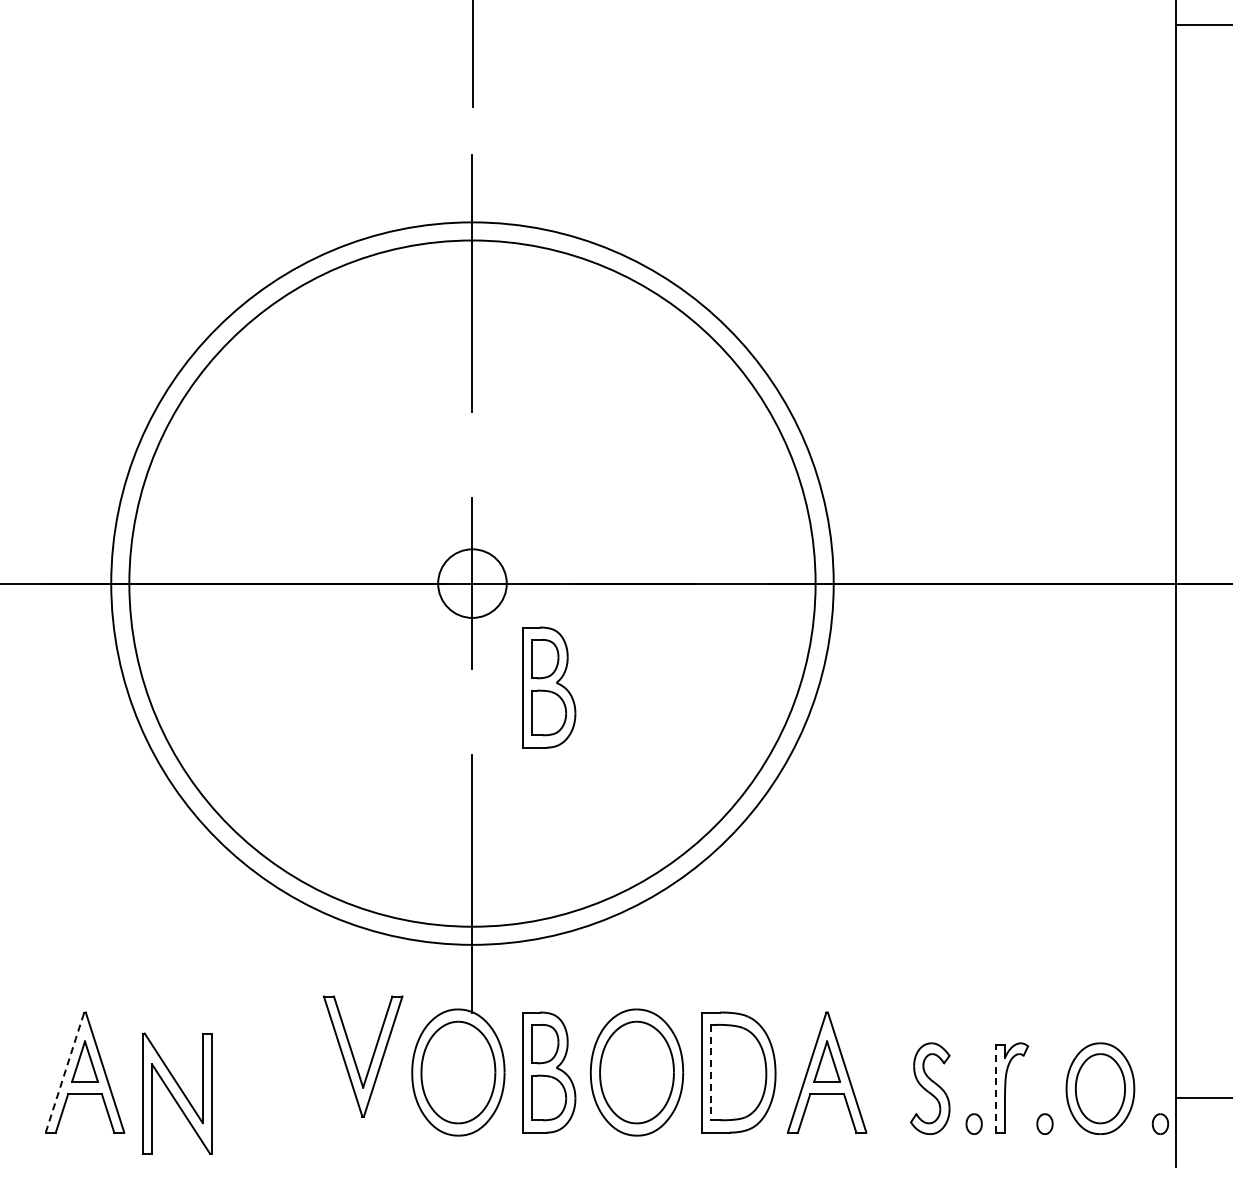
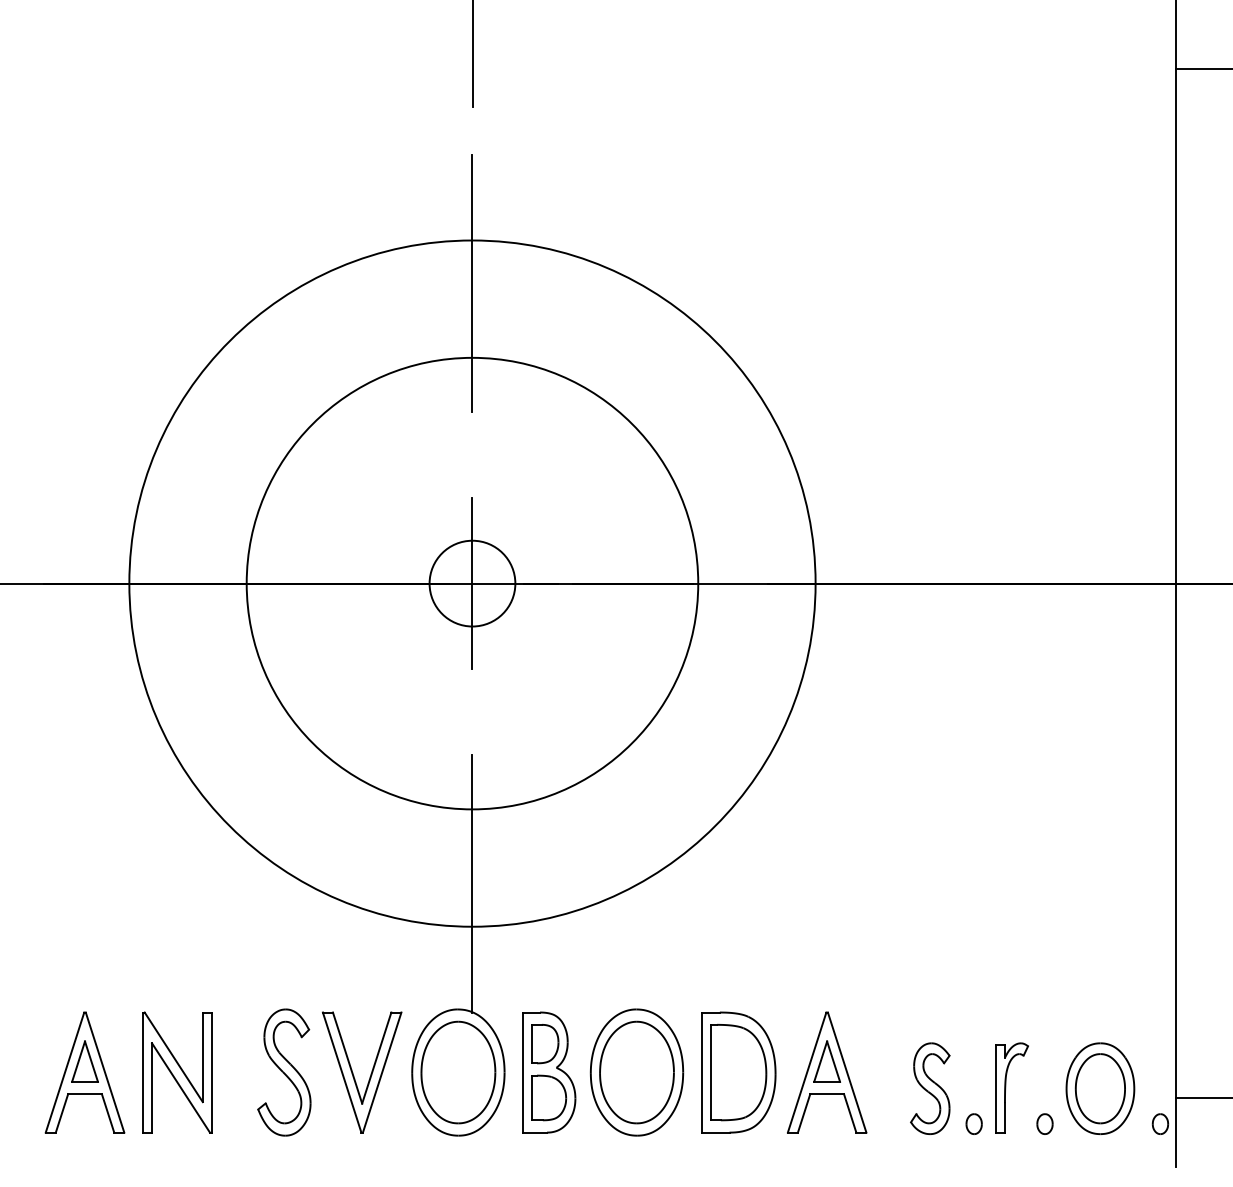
line at (1202, 24) position: (1202, 24) -> (1202, 68)
circle at (472, 583) diameter: 69 px -> 86 px
circle at (472, 583) diameter: 722 px -> 452 px
part at (549, 687): present -> none
part at (371, 1057) position: (371, 1057) -> (370, 1073)
line at (65, 1072): dashed -> solid
part at (284, 1072): none -> present
line at (710, 1072): dashed -> solid
line at (995, 1088): dashed -> solid
part at (177, 1093) position: (177, 1093) -> (177, 1072)
